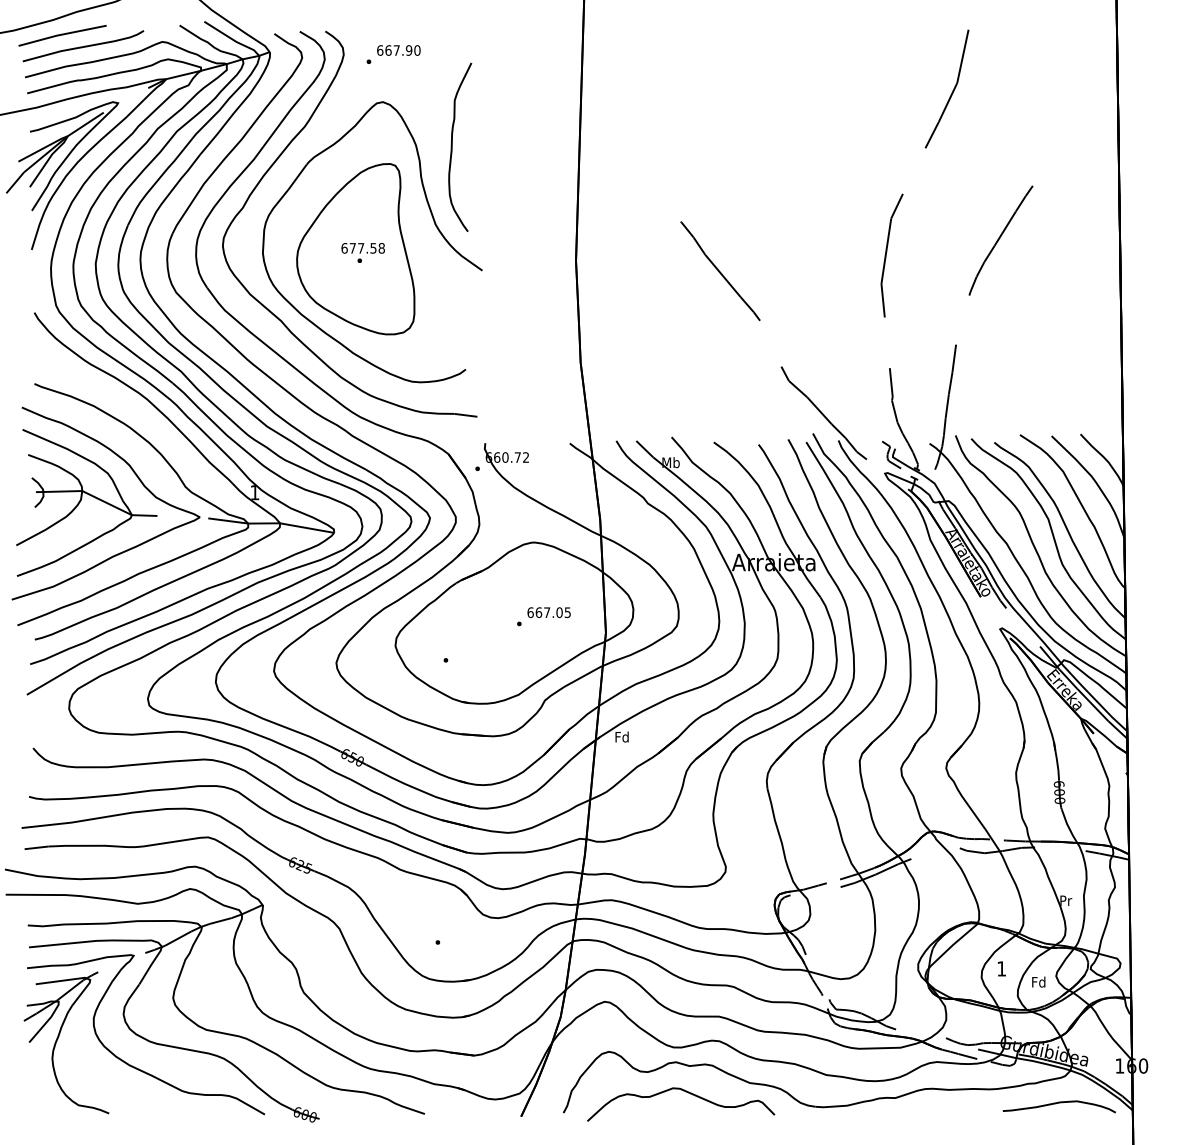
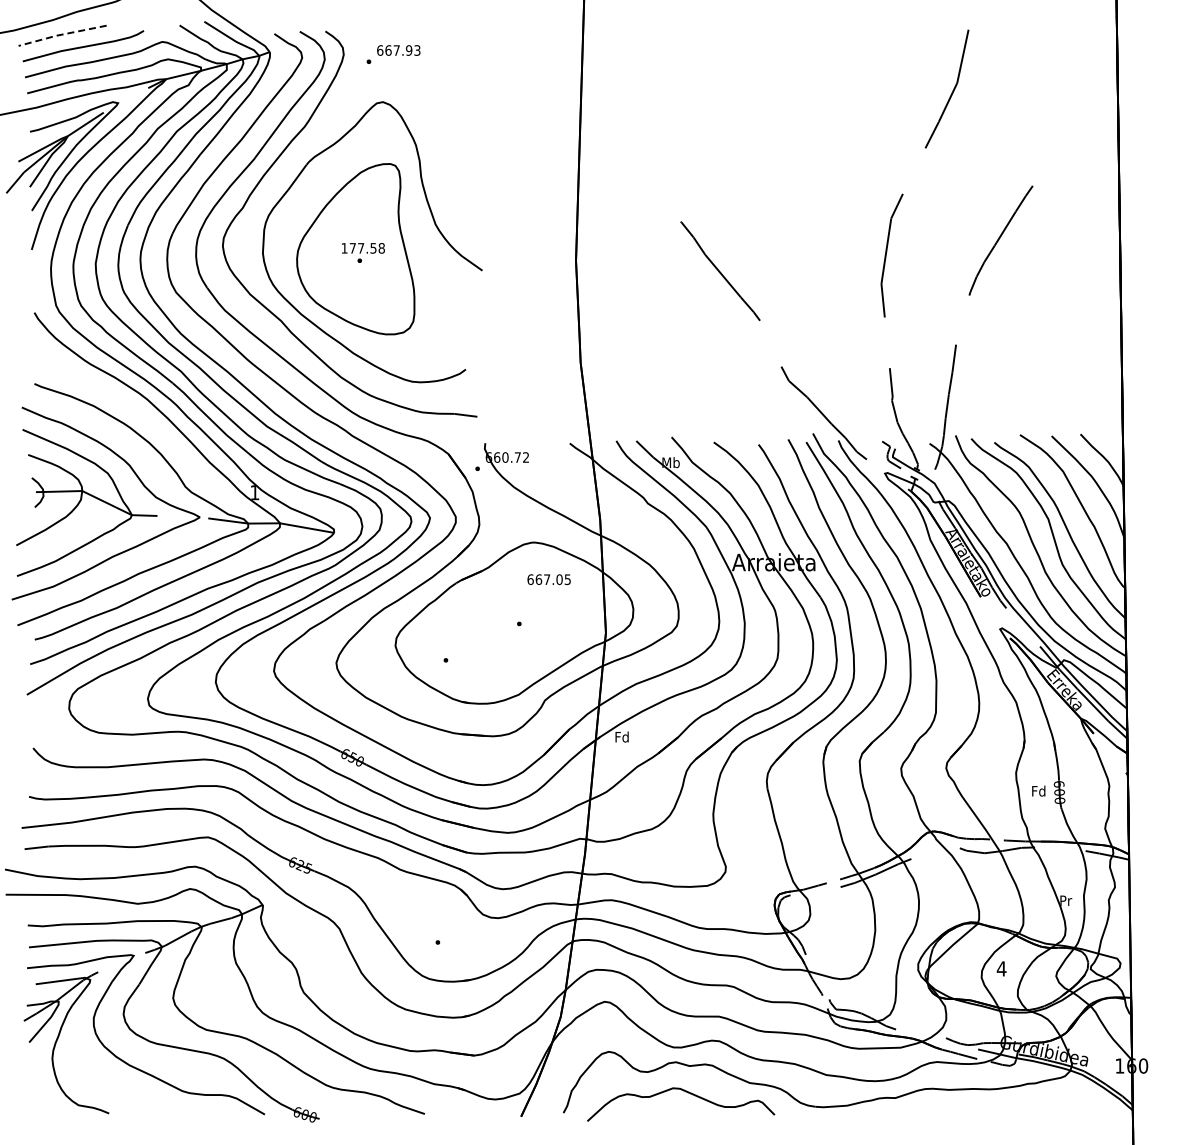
line at (61, 34): solid -> dashed
text at (417, 50): 667.90 -> 667.93
curve at (452, 146): present -> none
text at (344, 248): 677.58 -> 177.58
text at (548, 612) position: (548, 612) -> (548, 579)
text at (1001, 968): 1 -> 4
text at (1038, 981) position: (1038, 981) -> (1038, 790)
curve at (1058, 1103): present -> none
